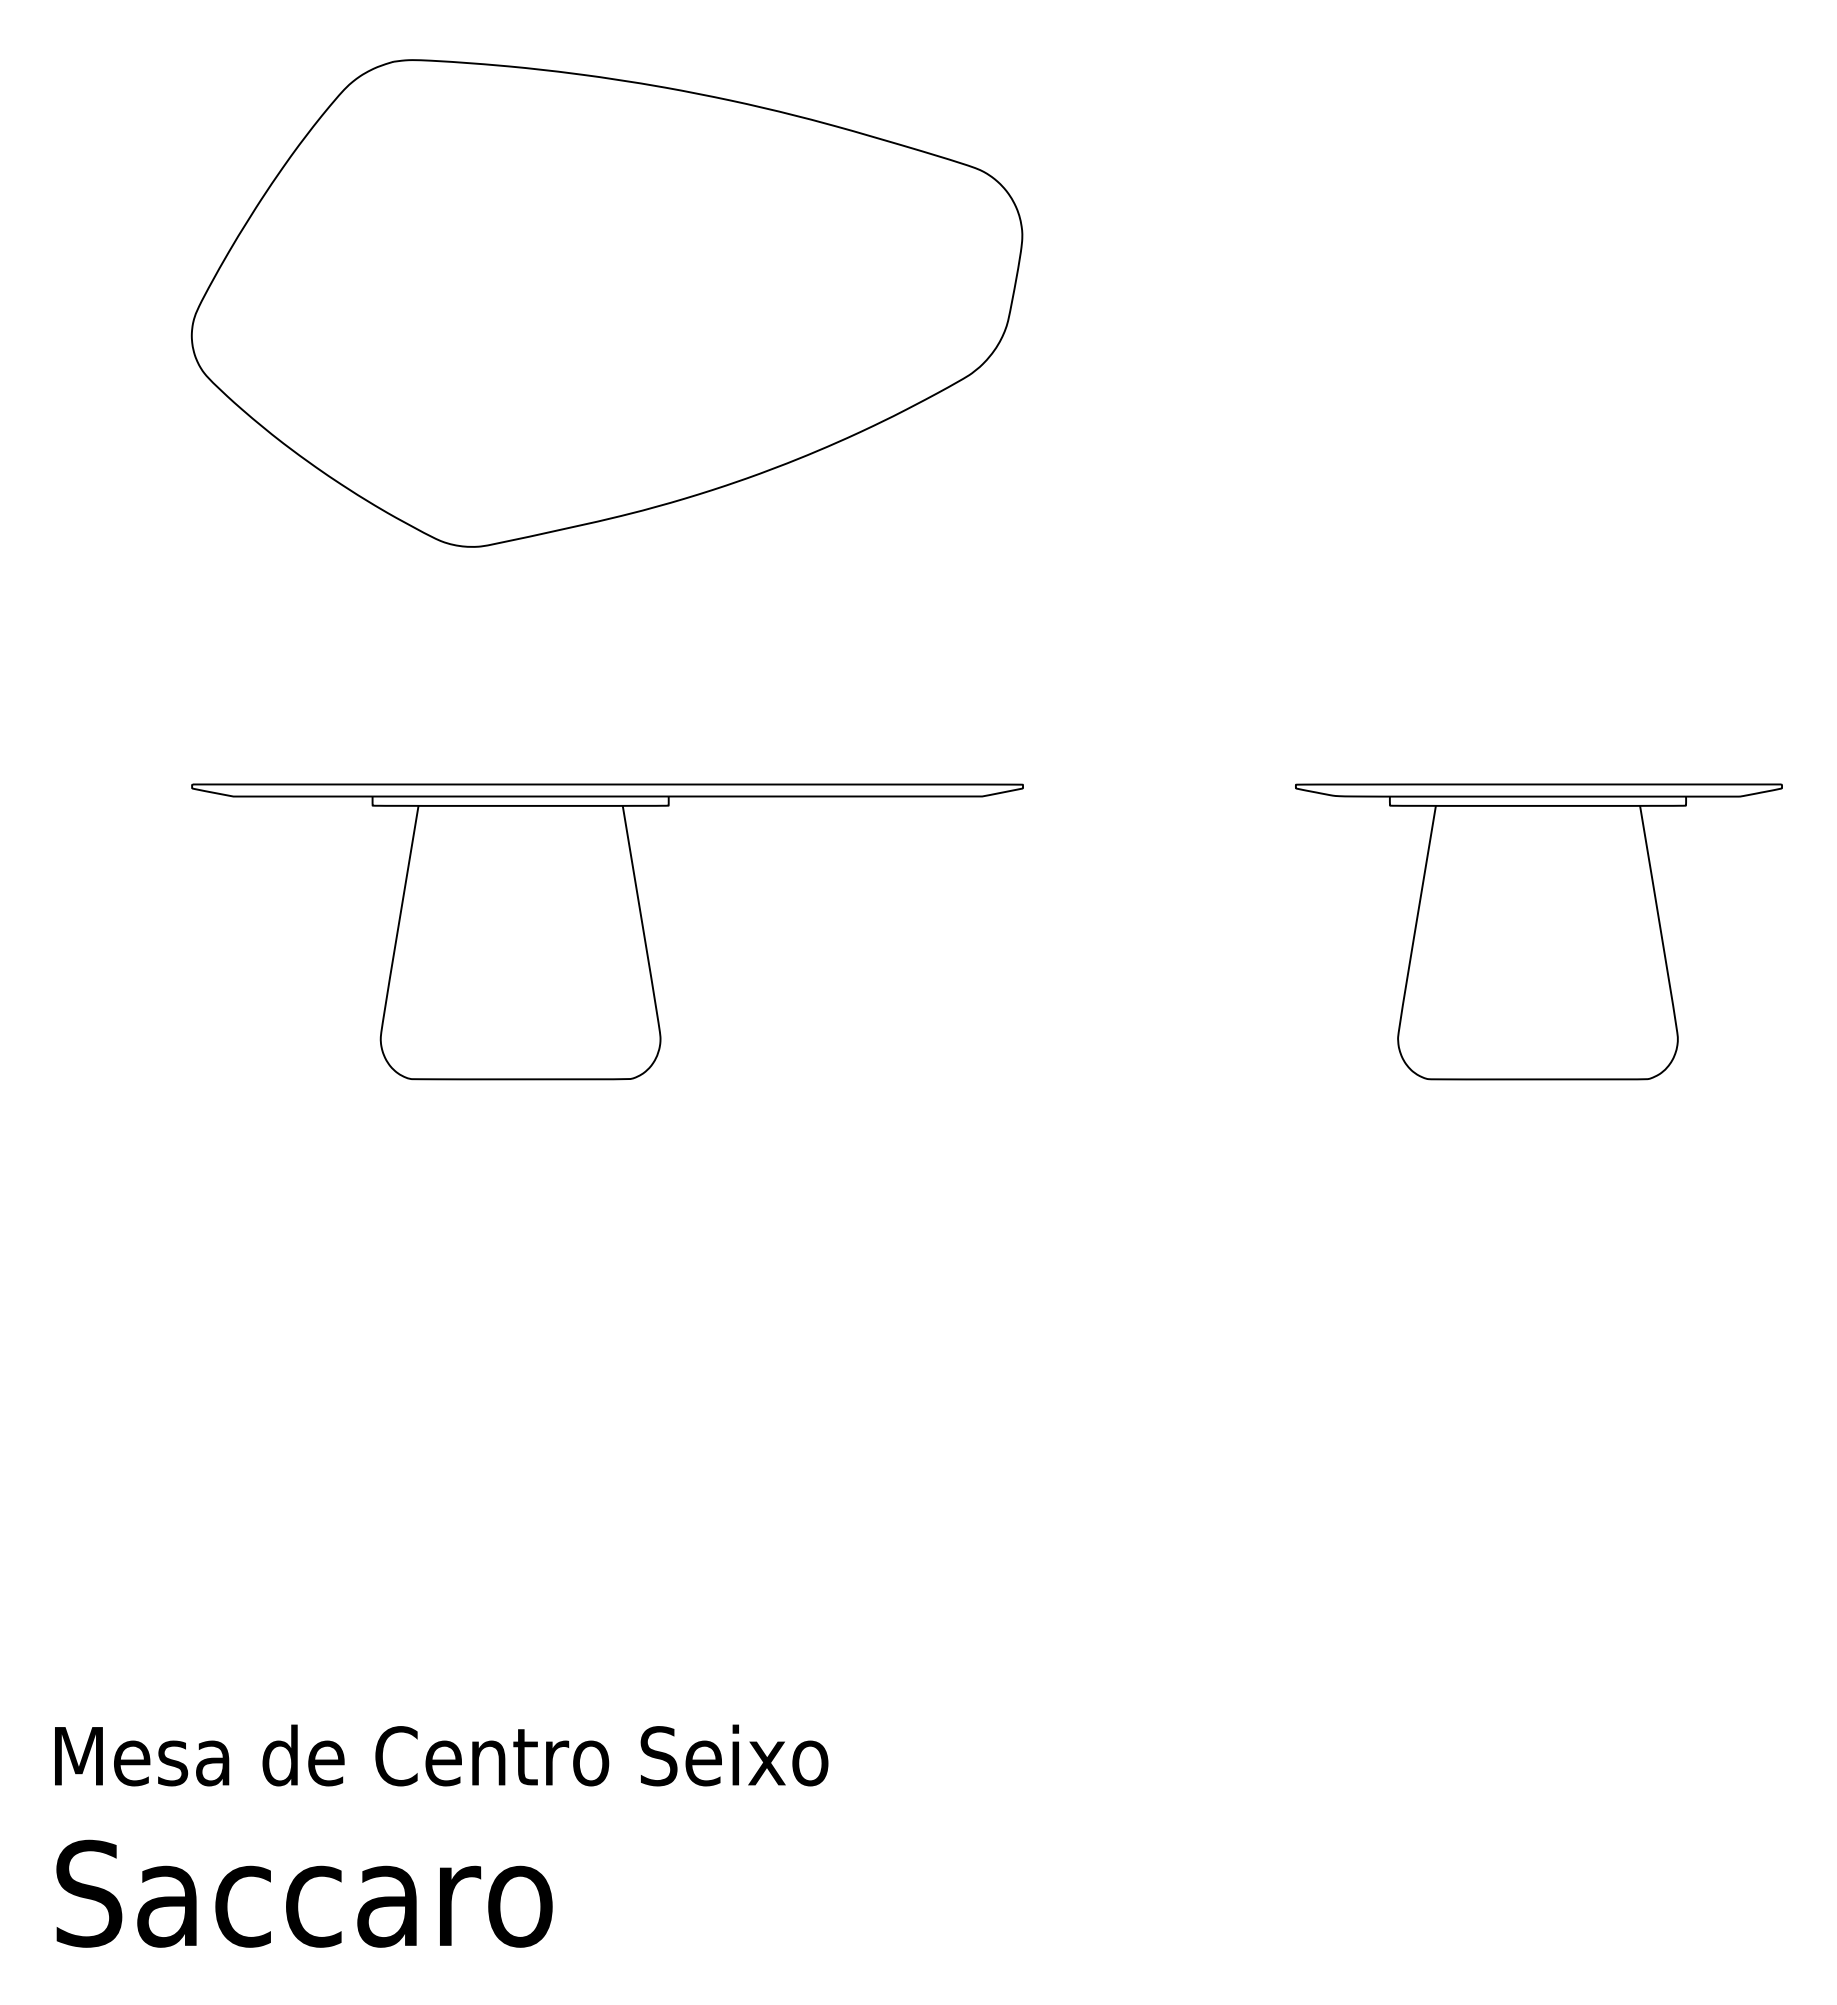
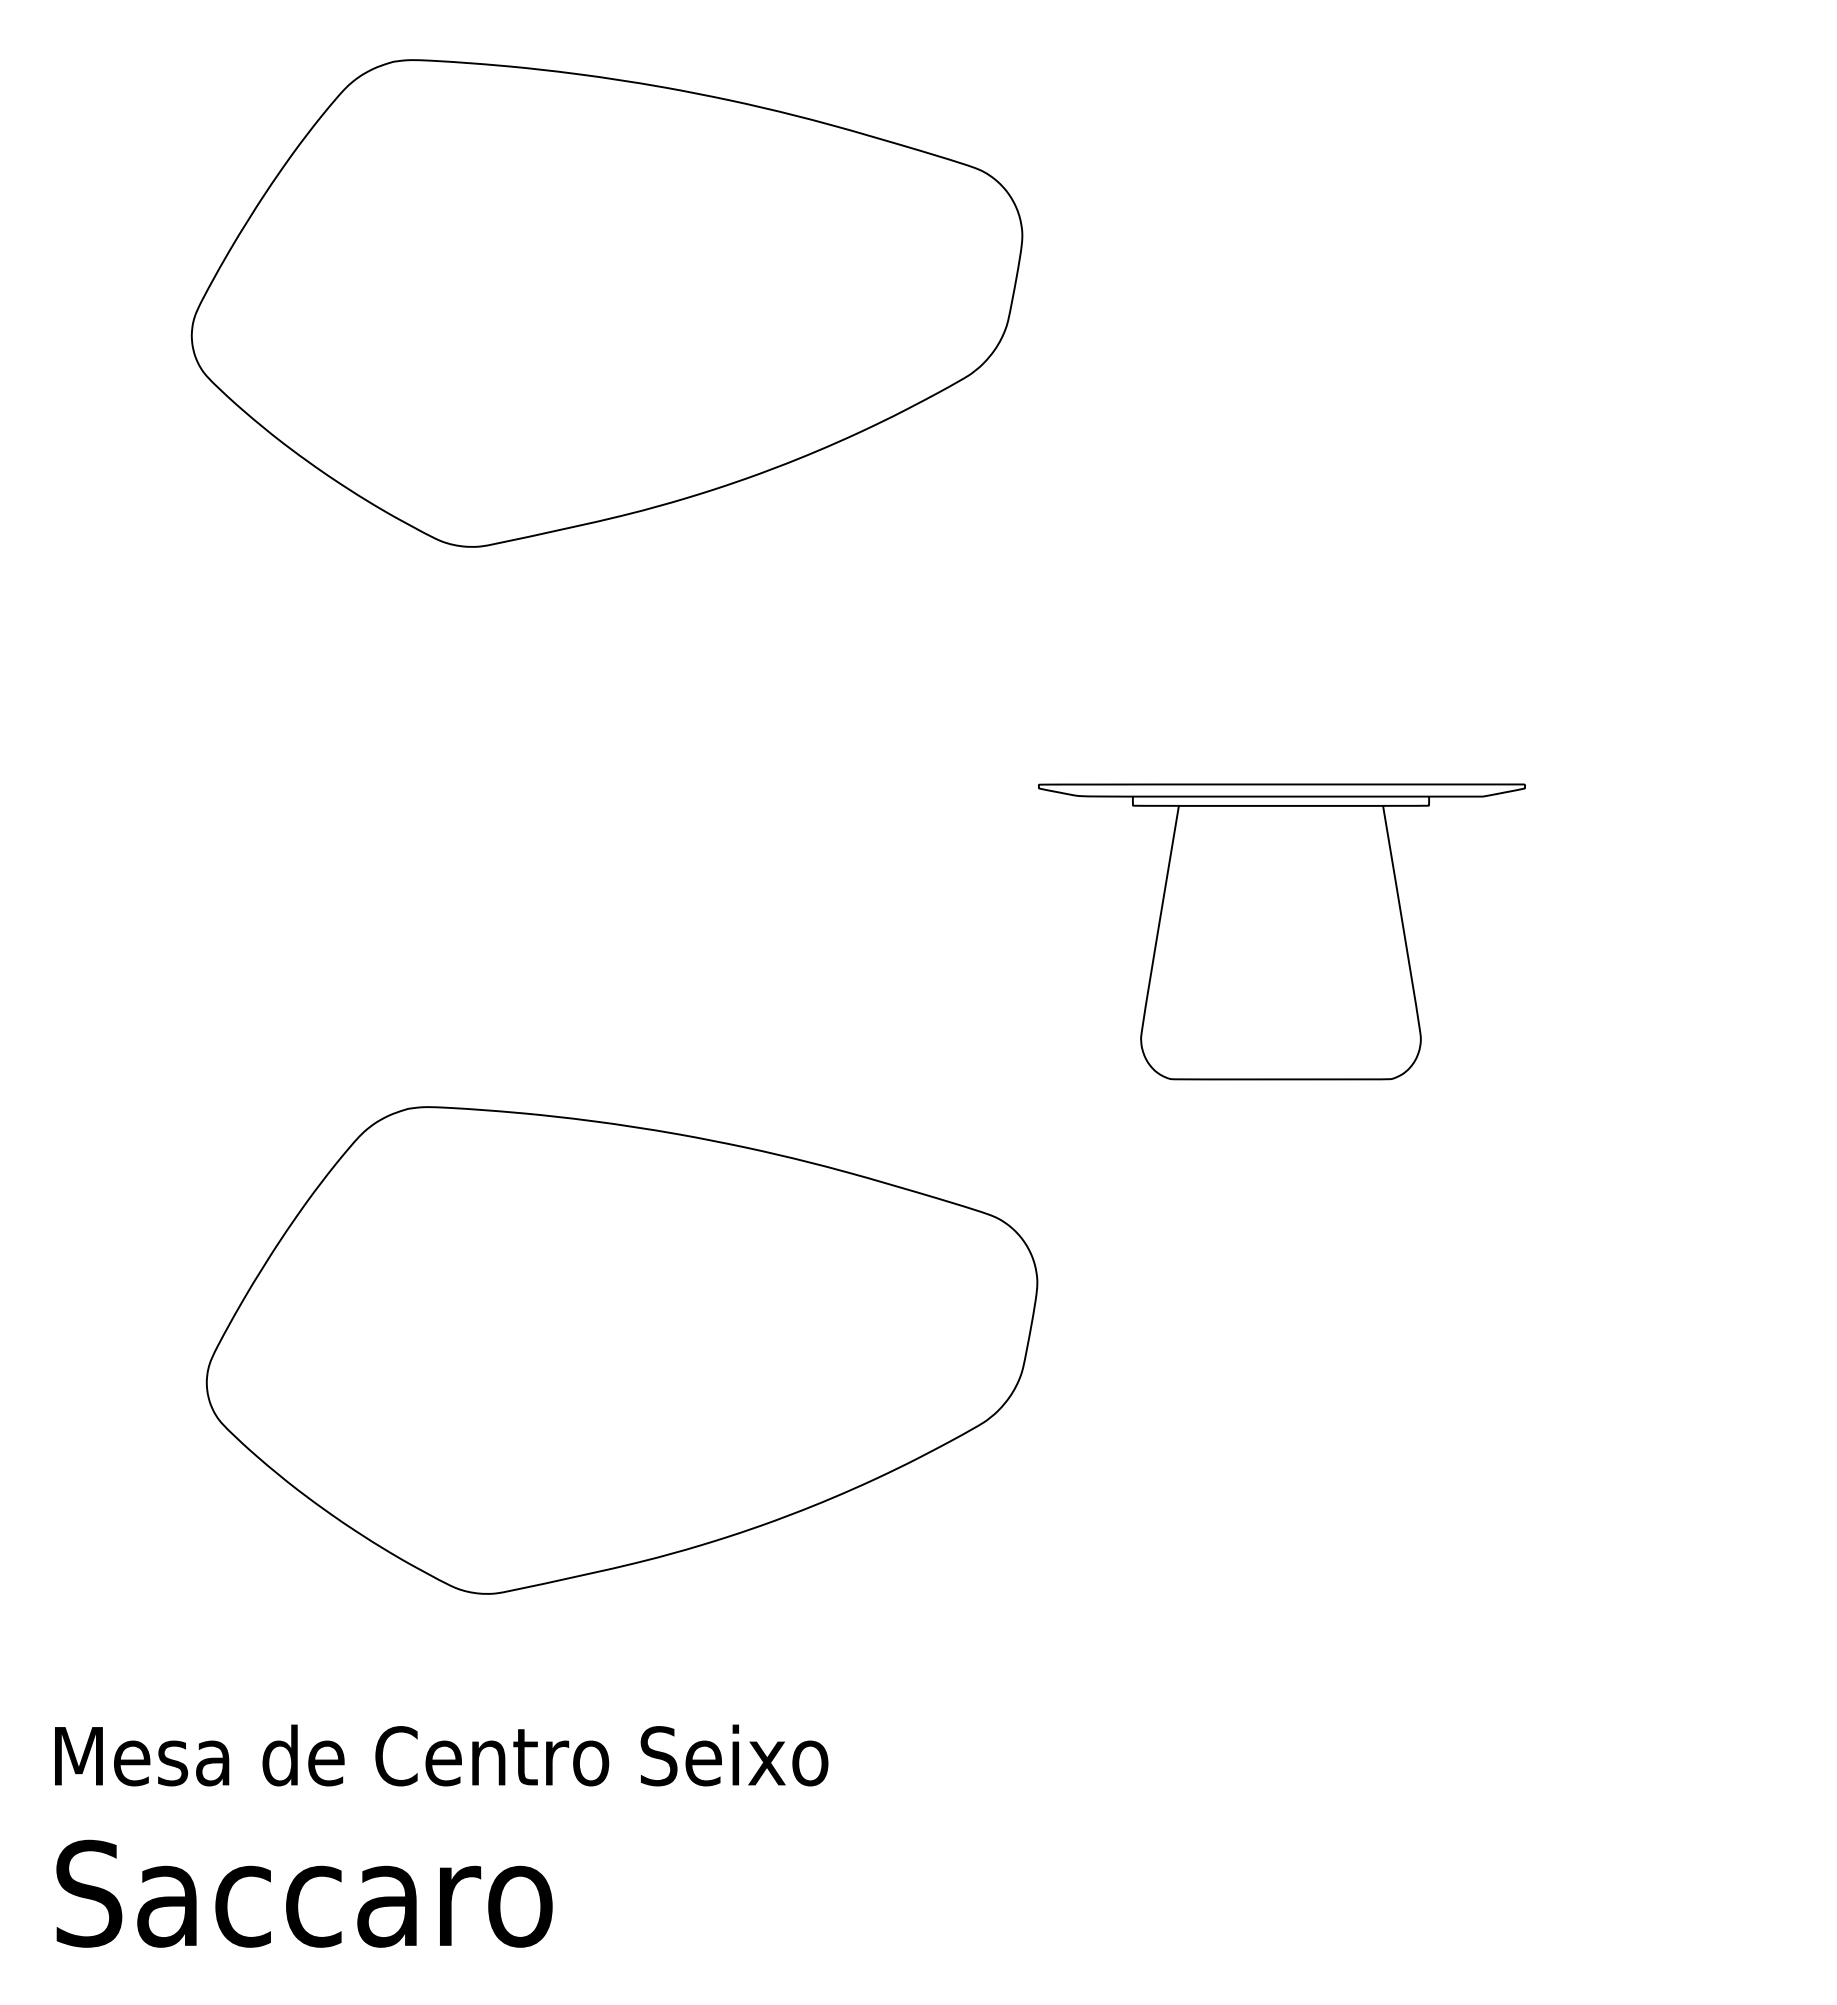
part at (607, 931): present -> none
part at (1538, 931) position: (1538, 931) -> (1281, 931)
part at (621, 1350): none -> present
